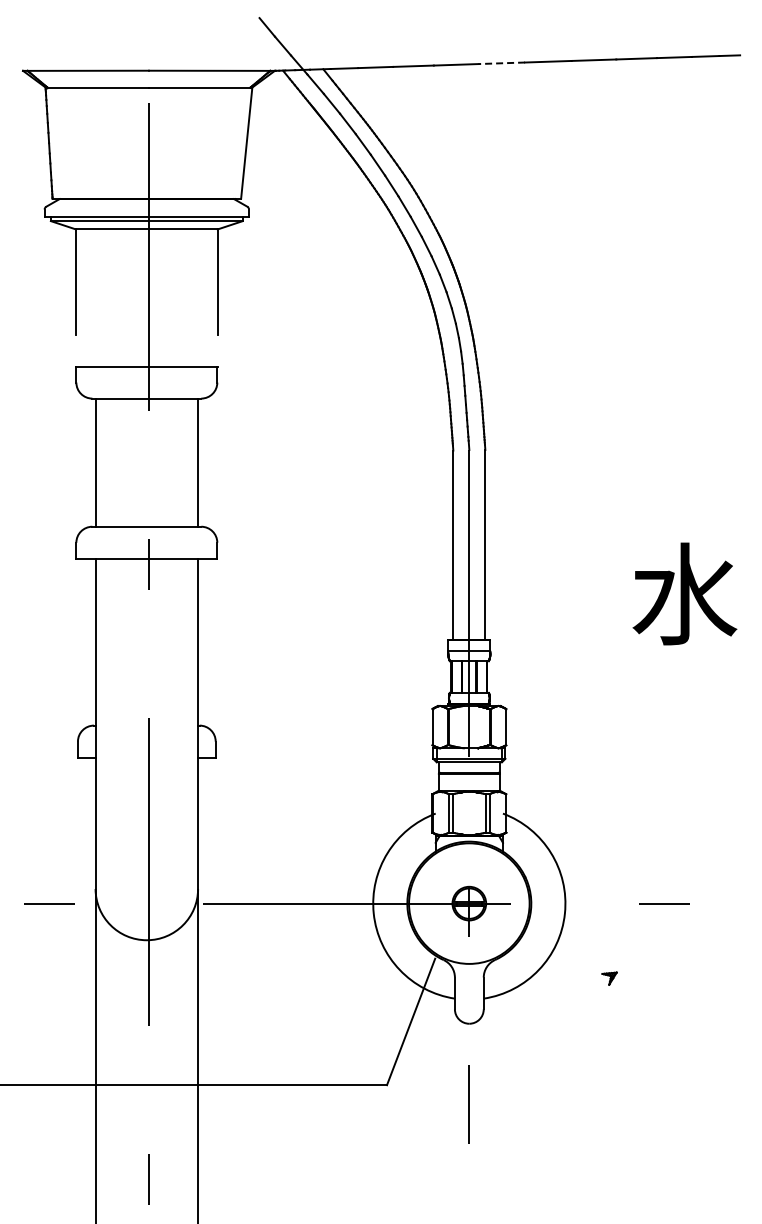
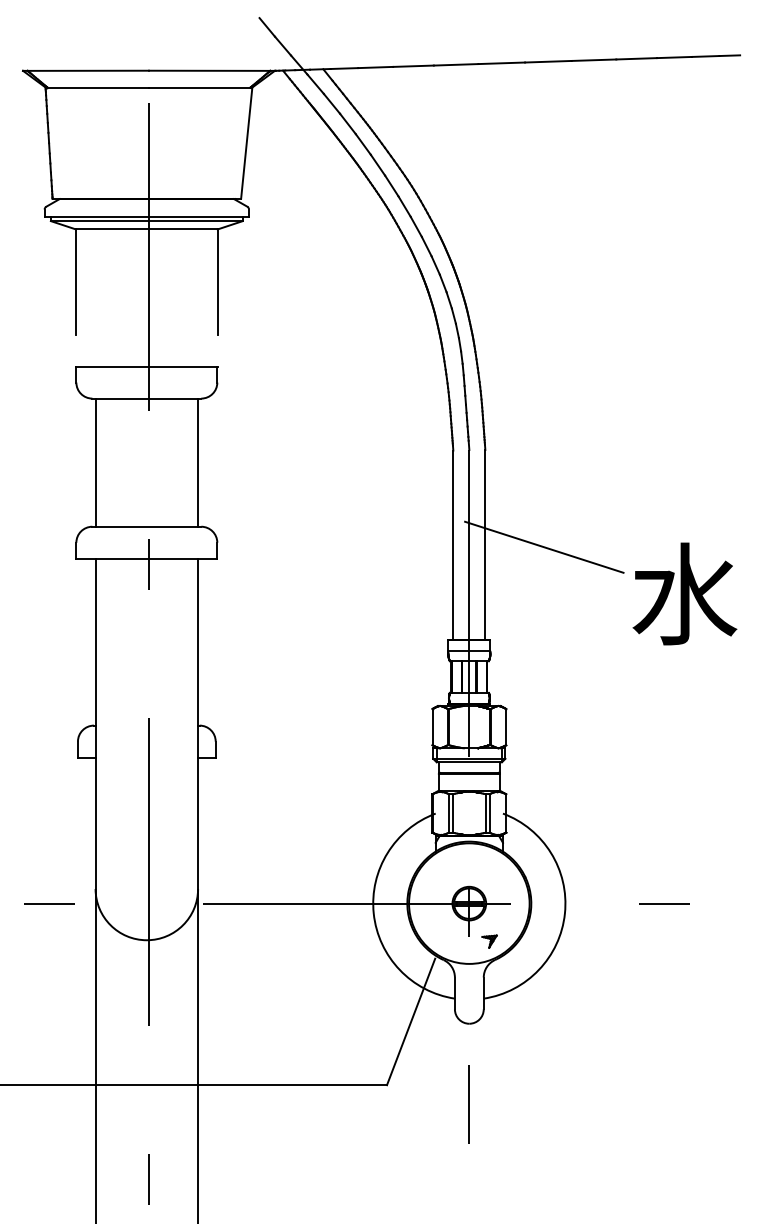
line at (501, 63): dashed -> solid
line at (544, 546): none -> present
part at (609, 978) position: (609, 978) -> (489, 941)
